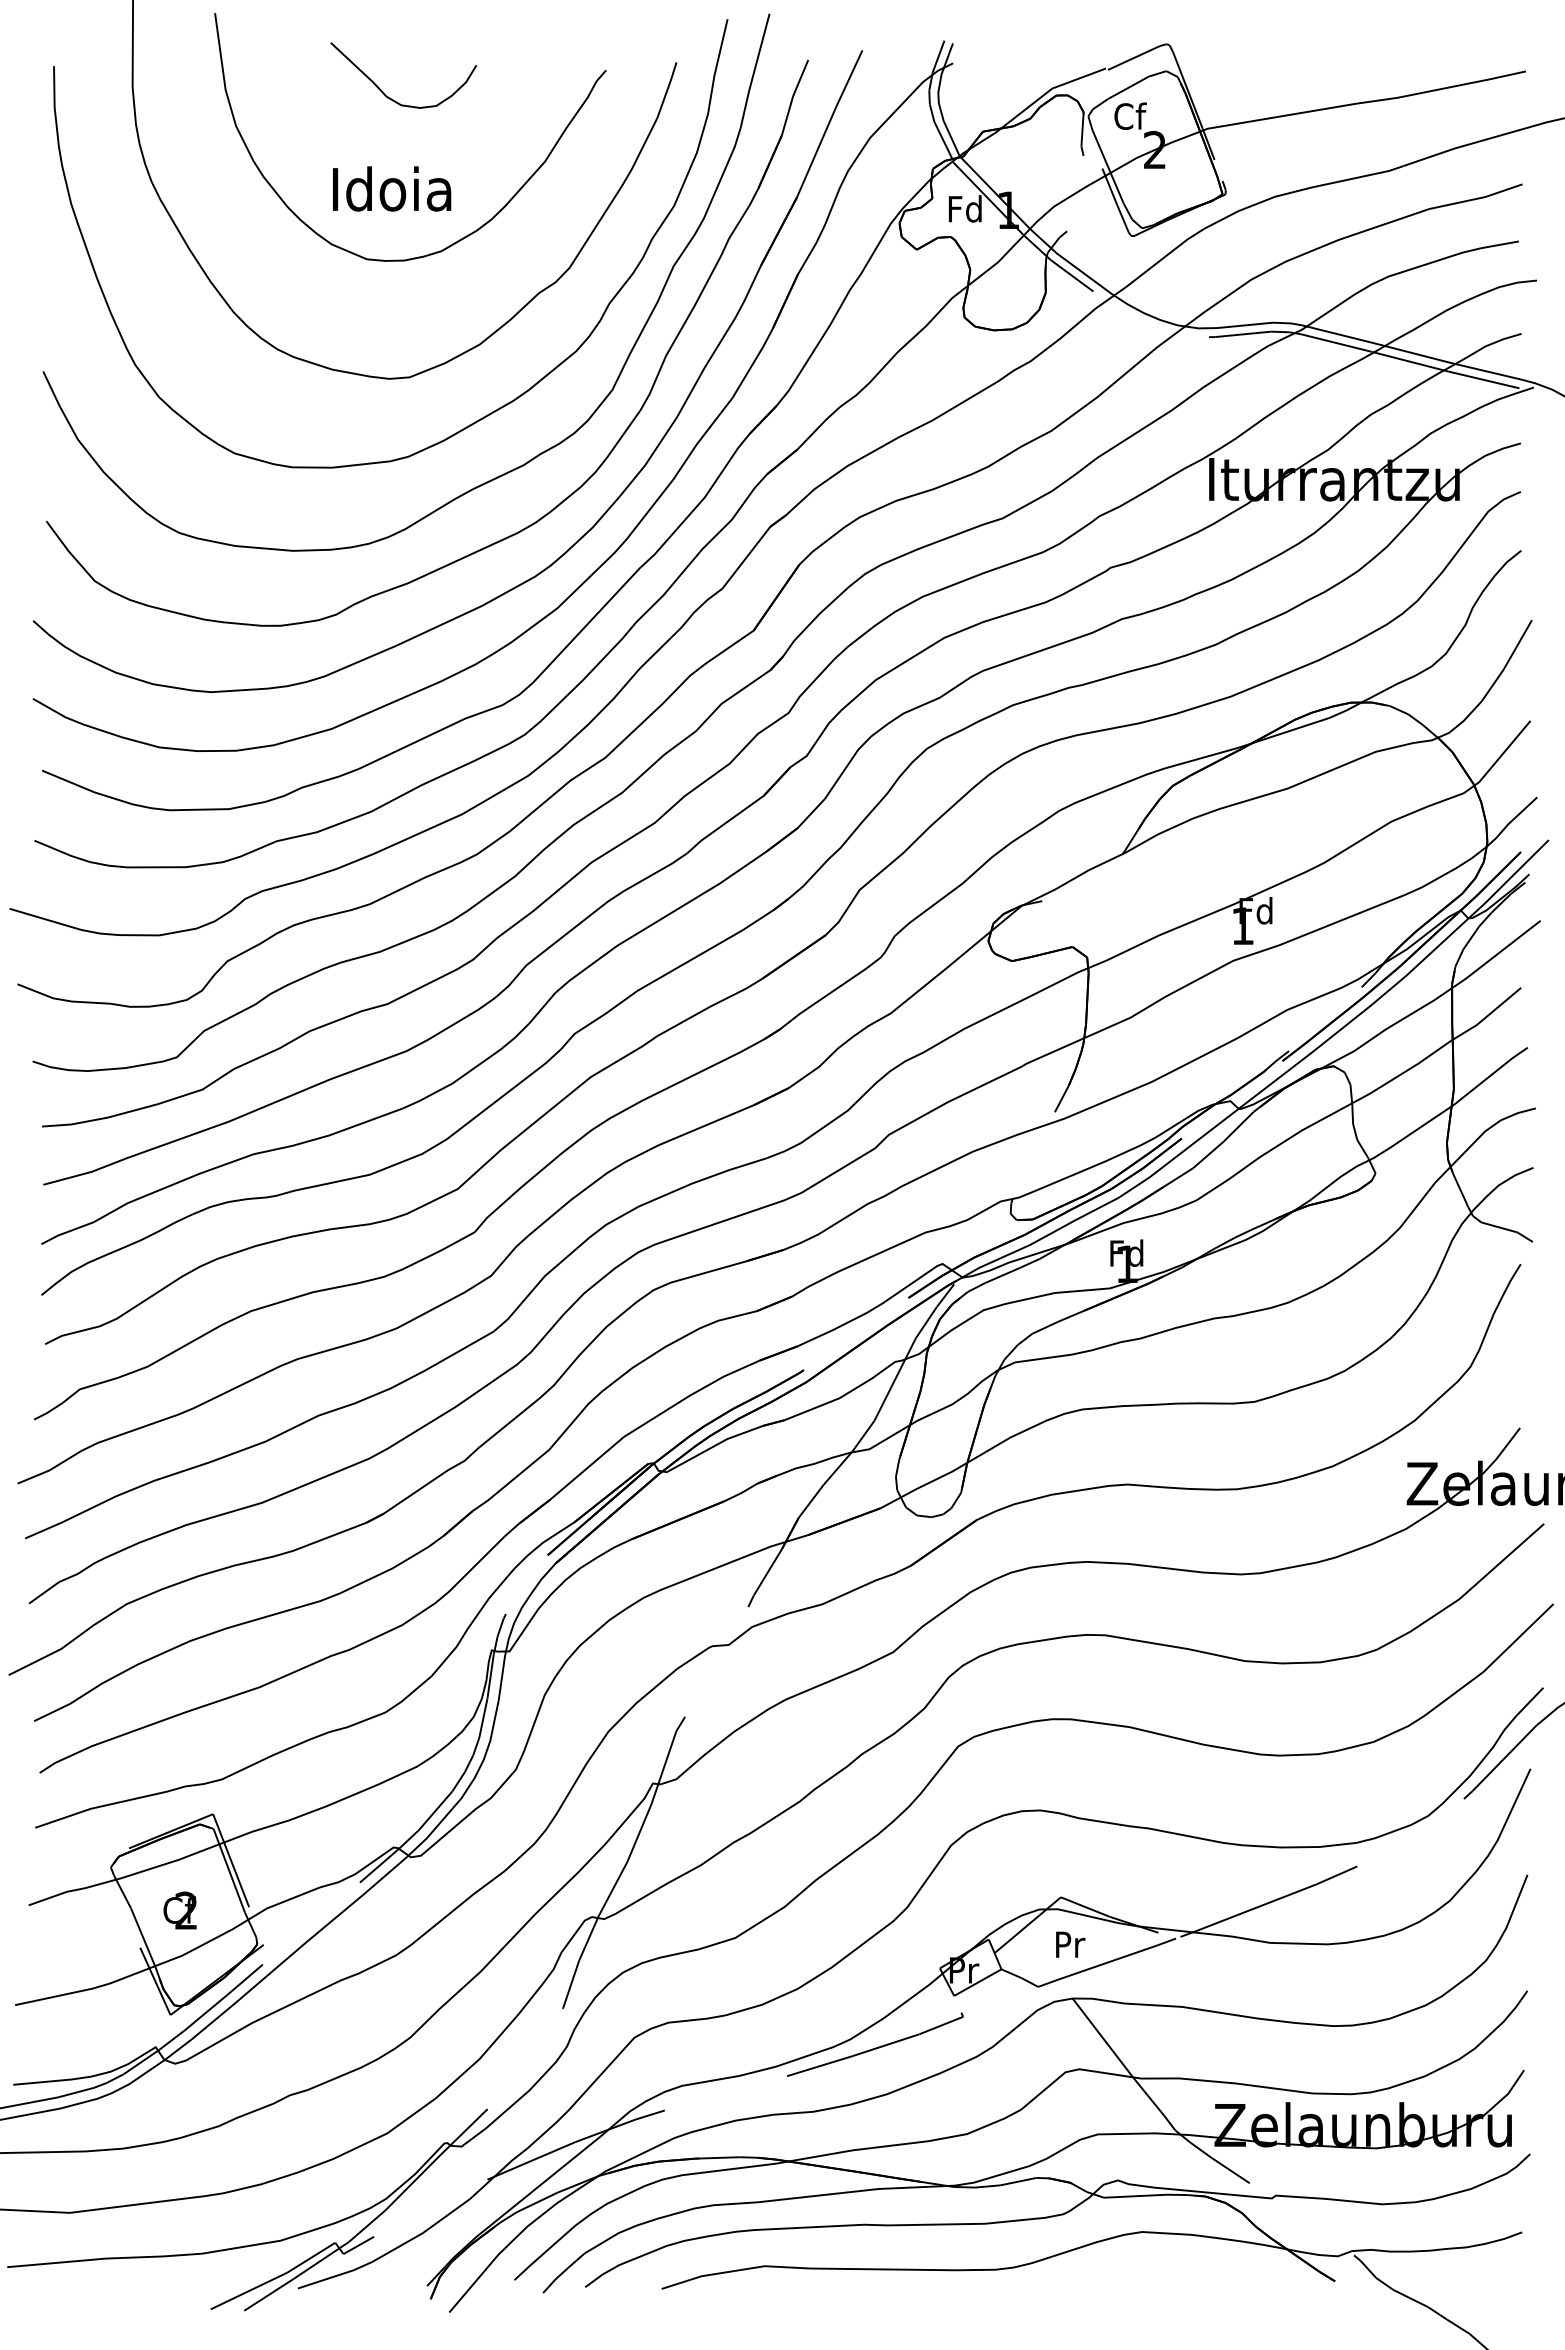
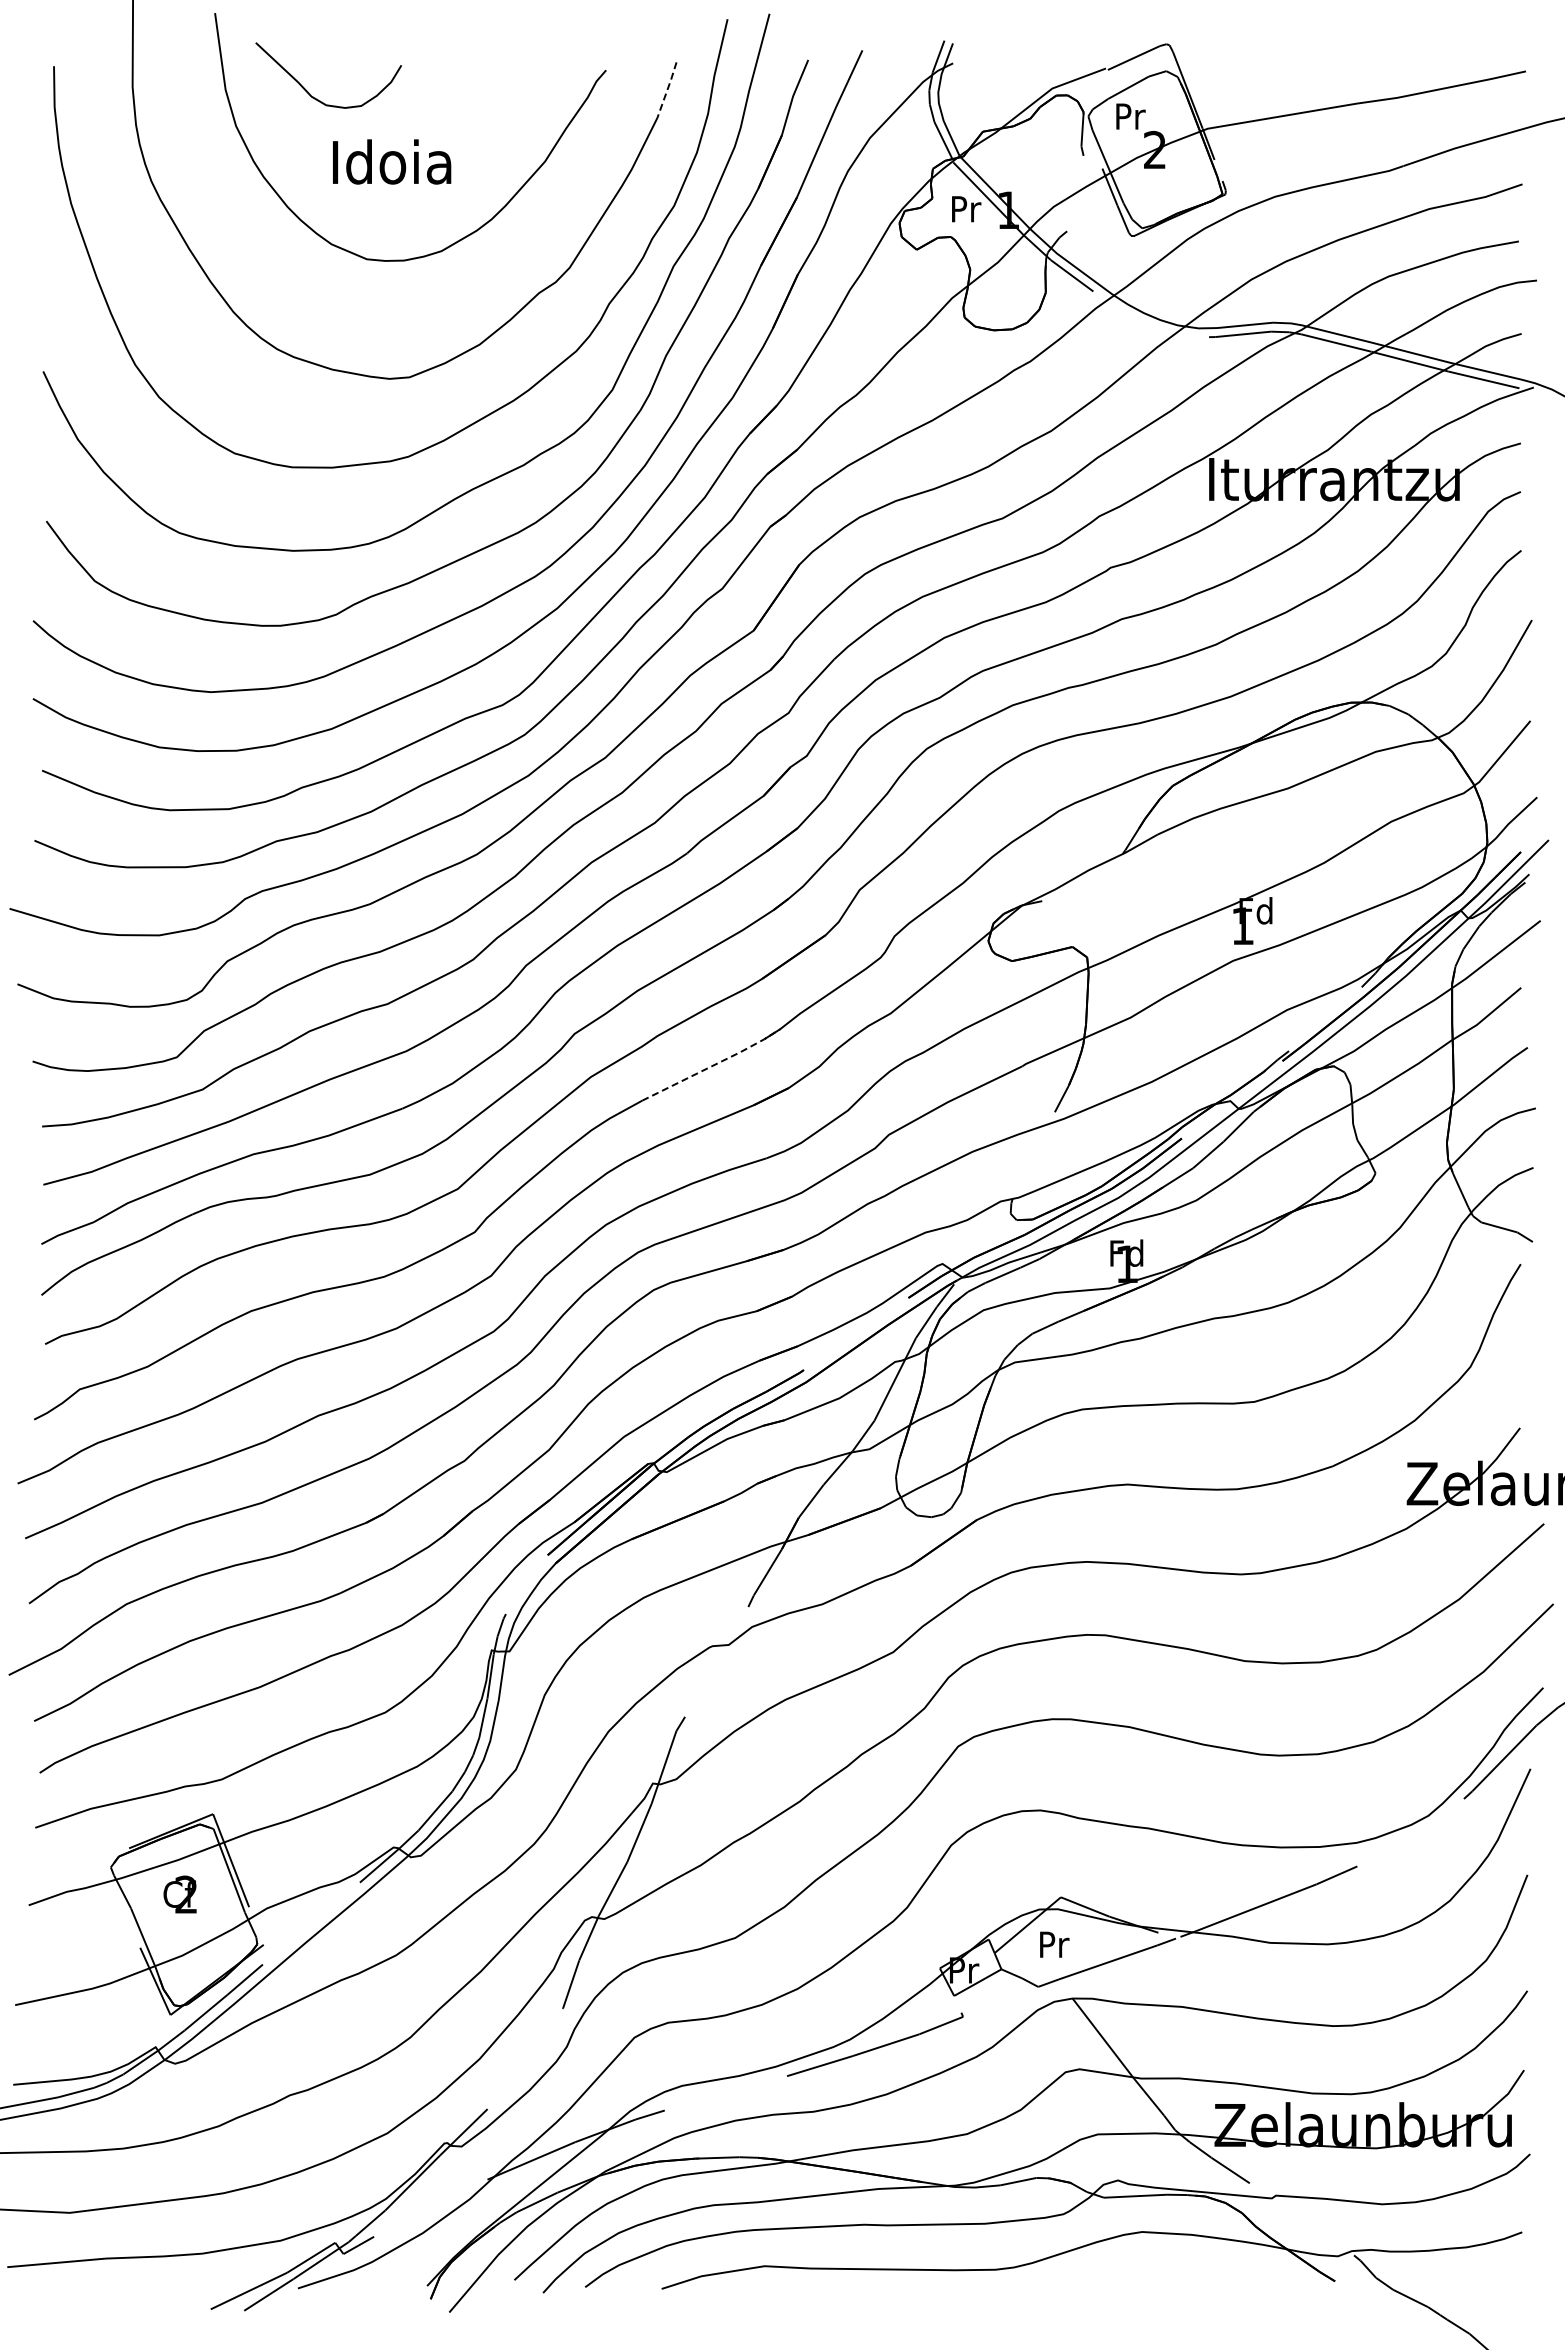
line at (667, 90): solid -> dashed
curve at (384, 92) position: (384, 92) -> (309, 92)
text at (1130, 115): Cf -> Pr
text at (392, 188) position: (392, 188) -> (392, 161)
text at (964, 208): Fd -> Pr
line at (713, 1065): solid -> dashed
text at (179, 1910) position: (179, 1910) -> (179, 1894)
text at (1070, 1944) position: (1070, 1944) -> (1054, 1944)
